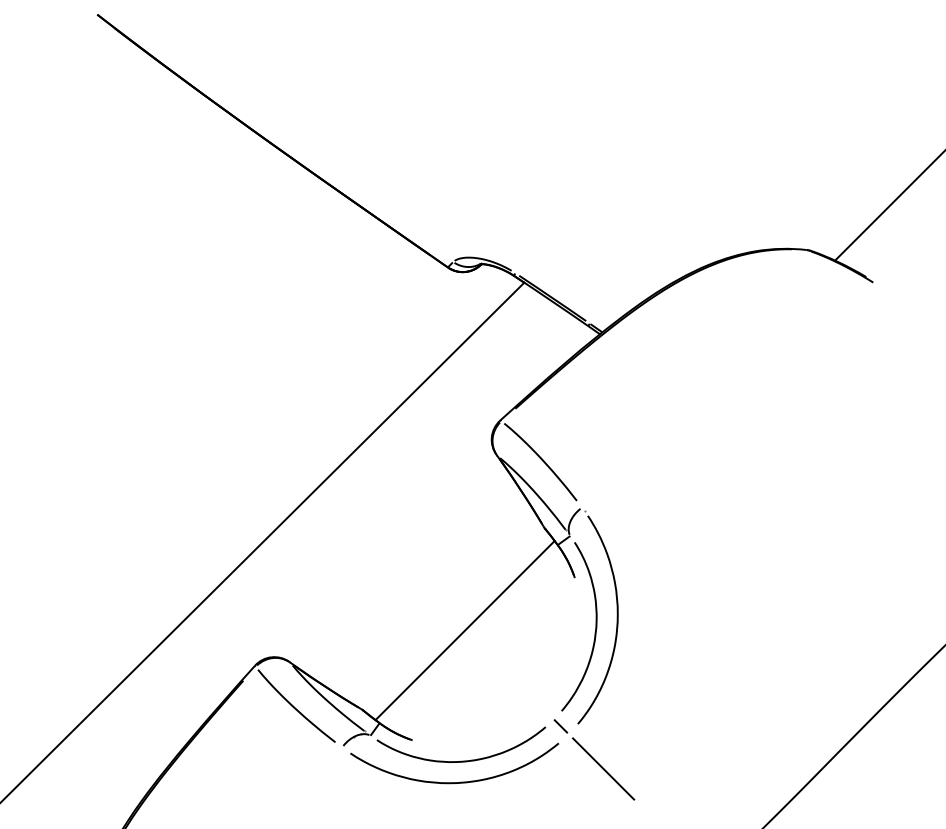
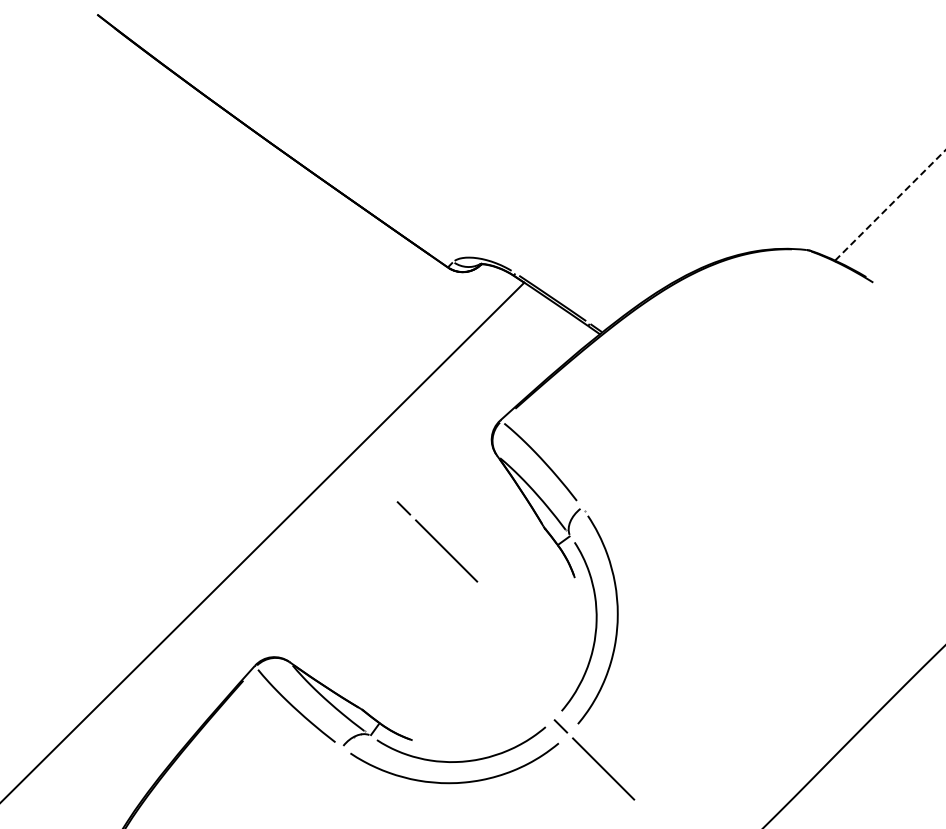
line at (890, 205): solid -> dashed
line at (437, 541): none -> present
line at (464, 630): present -> none
